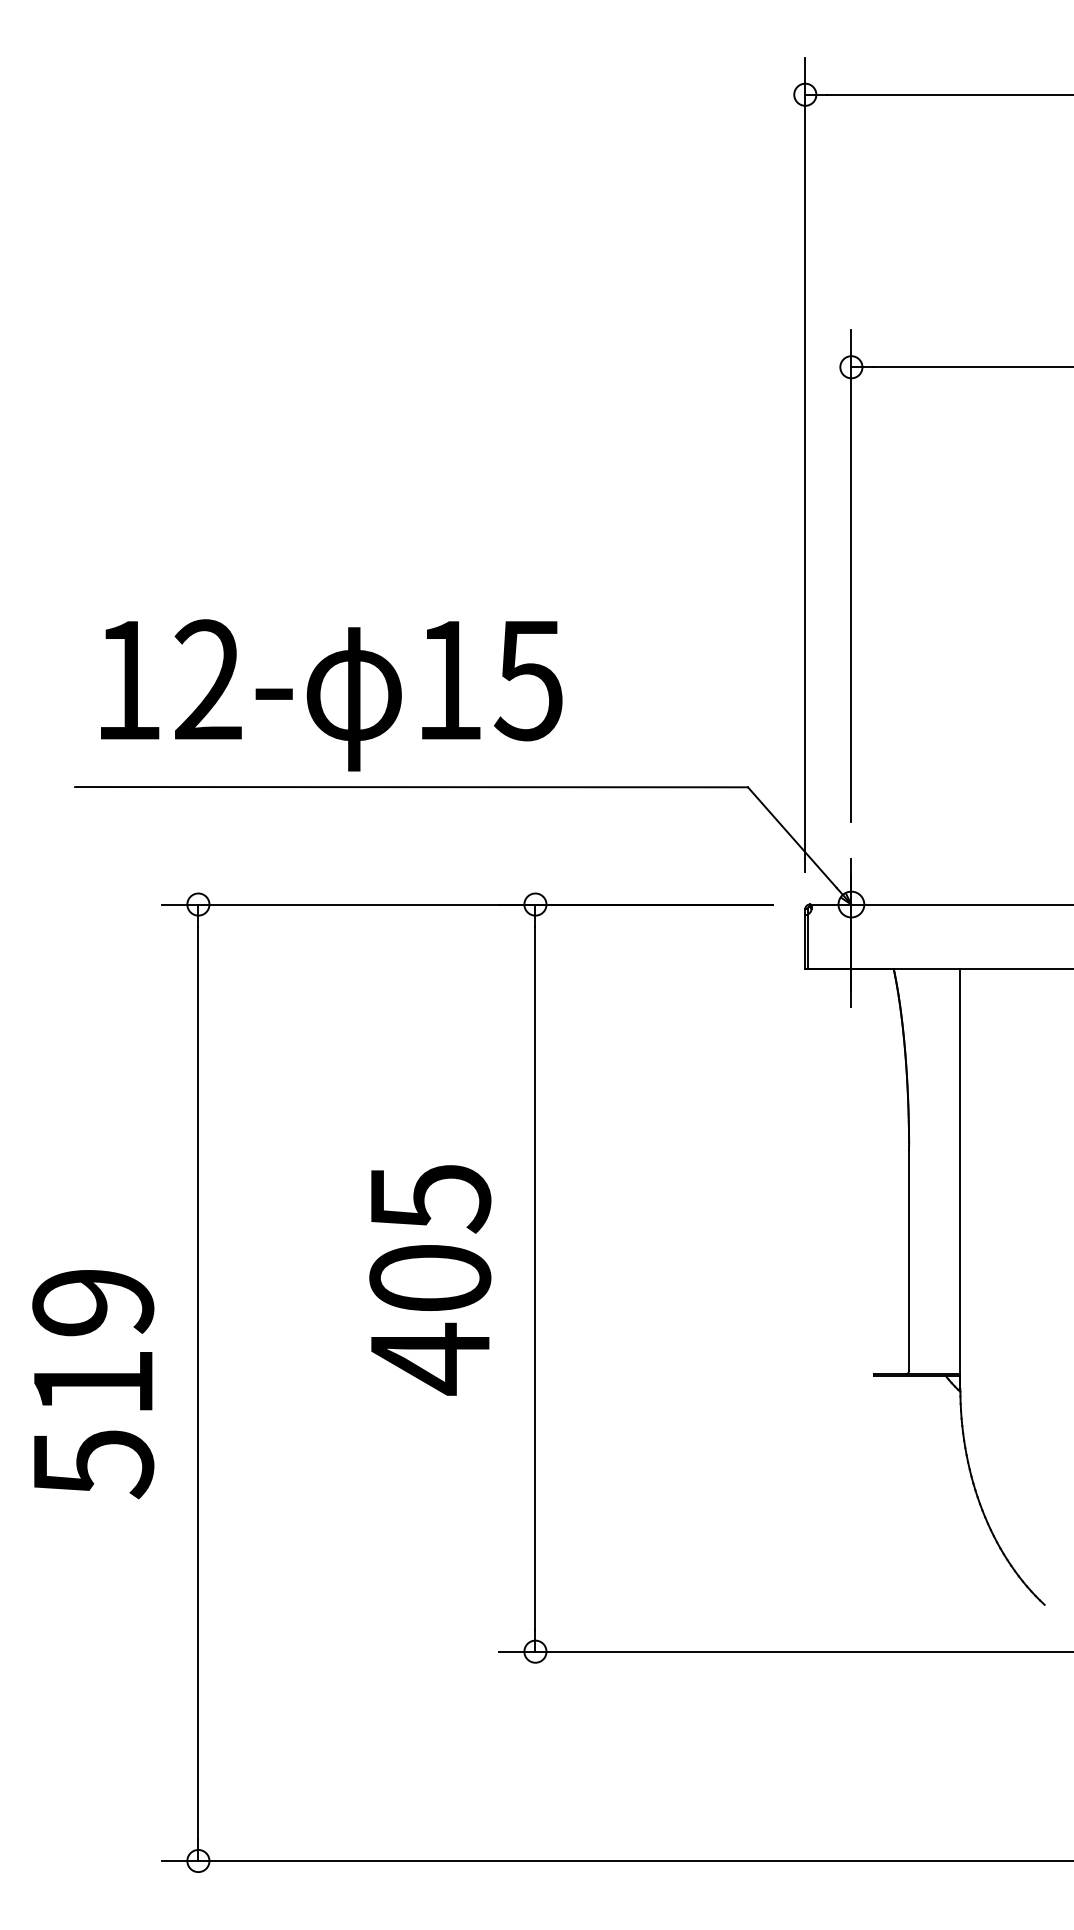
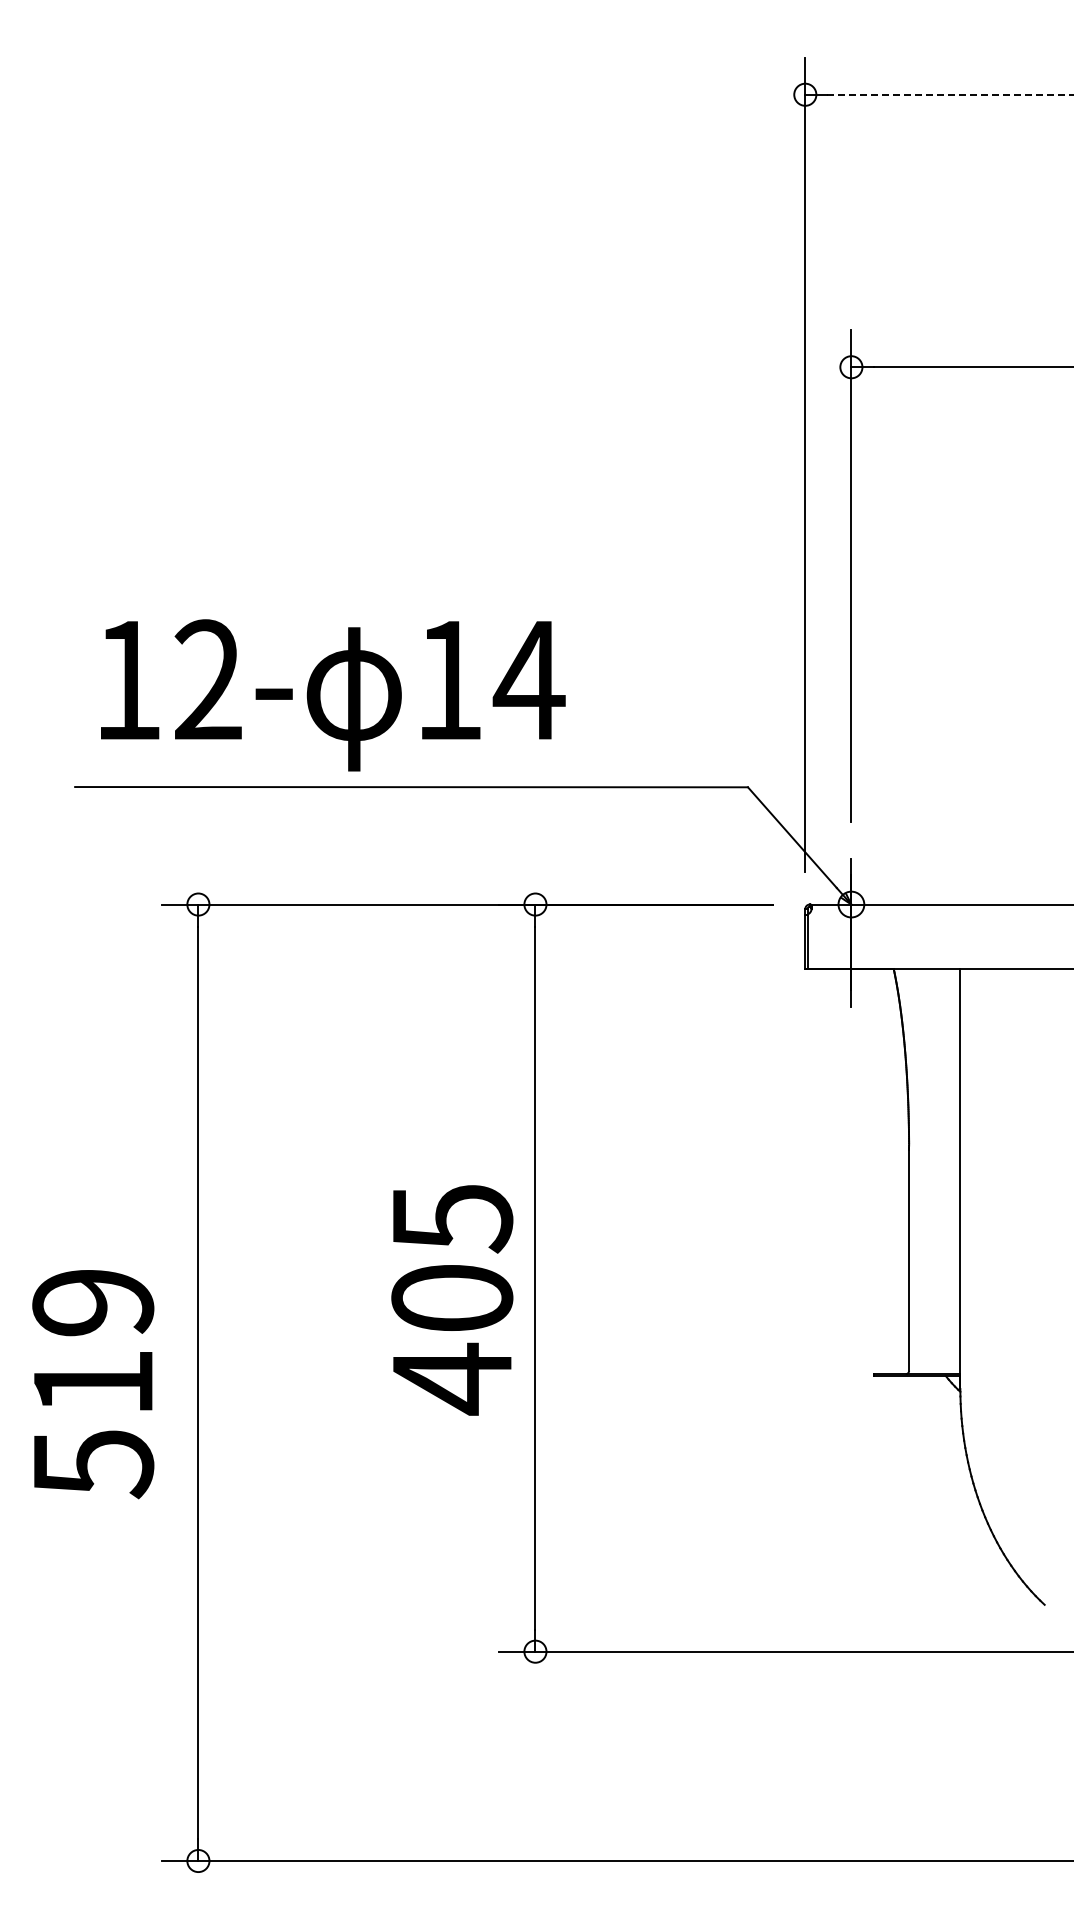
line at (950, 94): solid -> dashed
text at (528, 681): 15 -> 14
text at (430, 1280) position: (430, 1280) -> (452, 1300)
